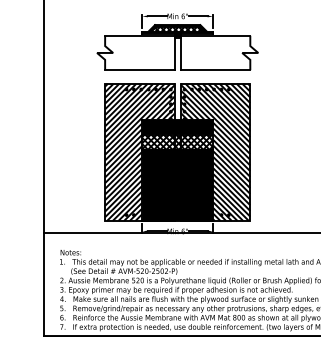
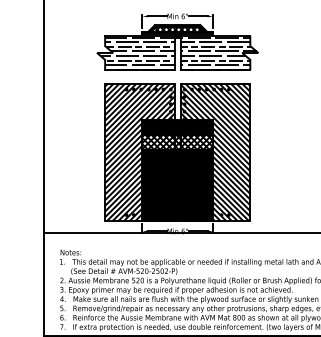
hatch at (137, 53): none -> present
hatch at (218, 53): none -> present
